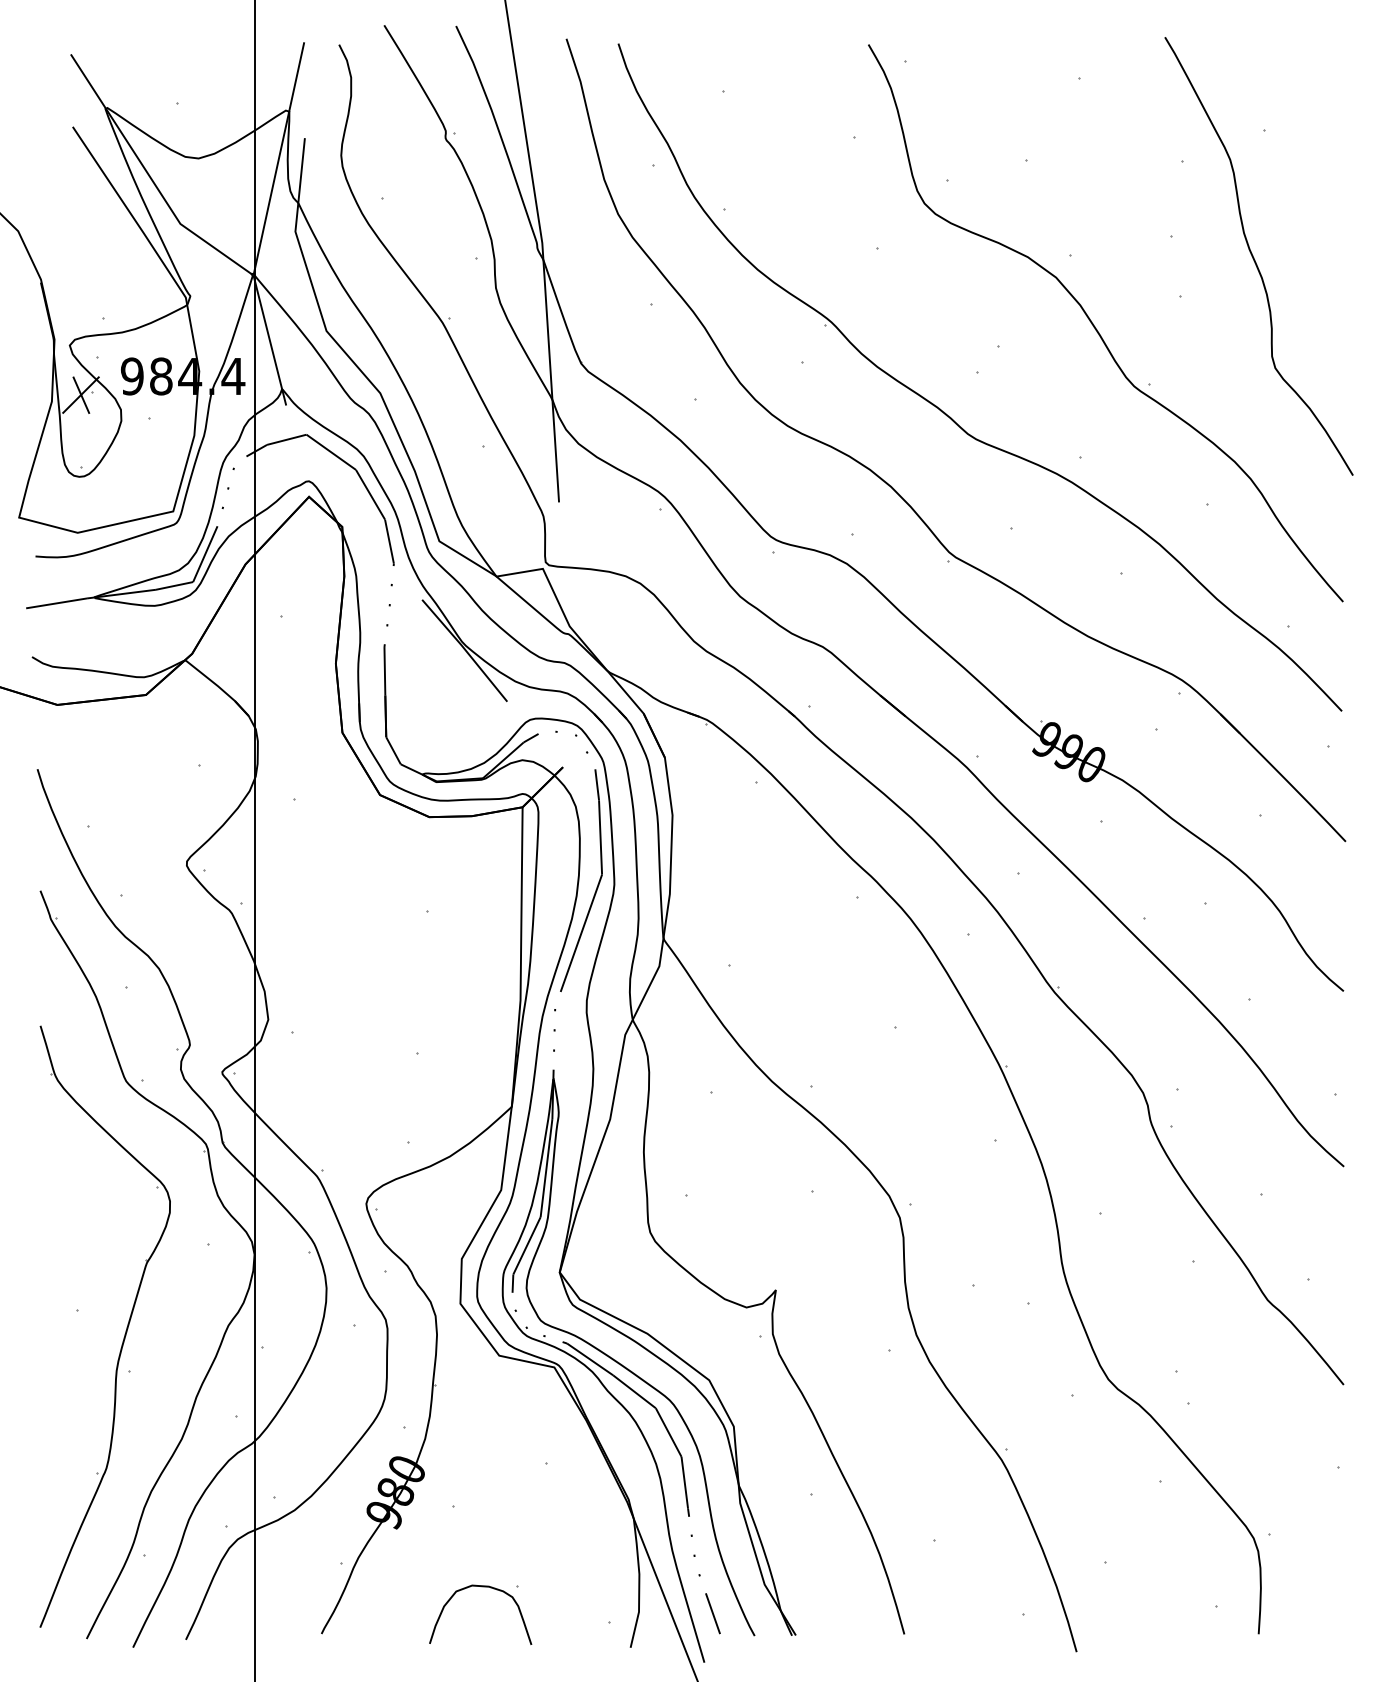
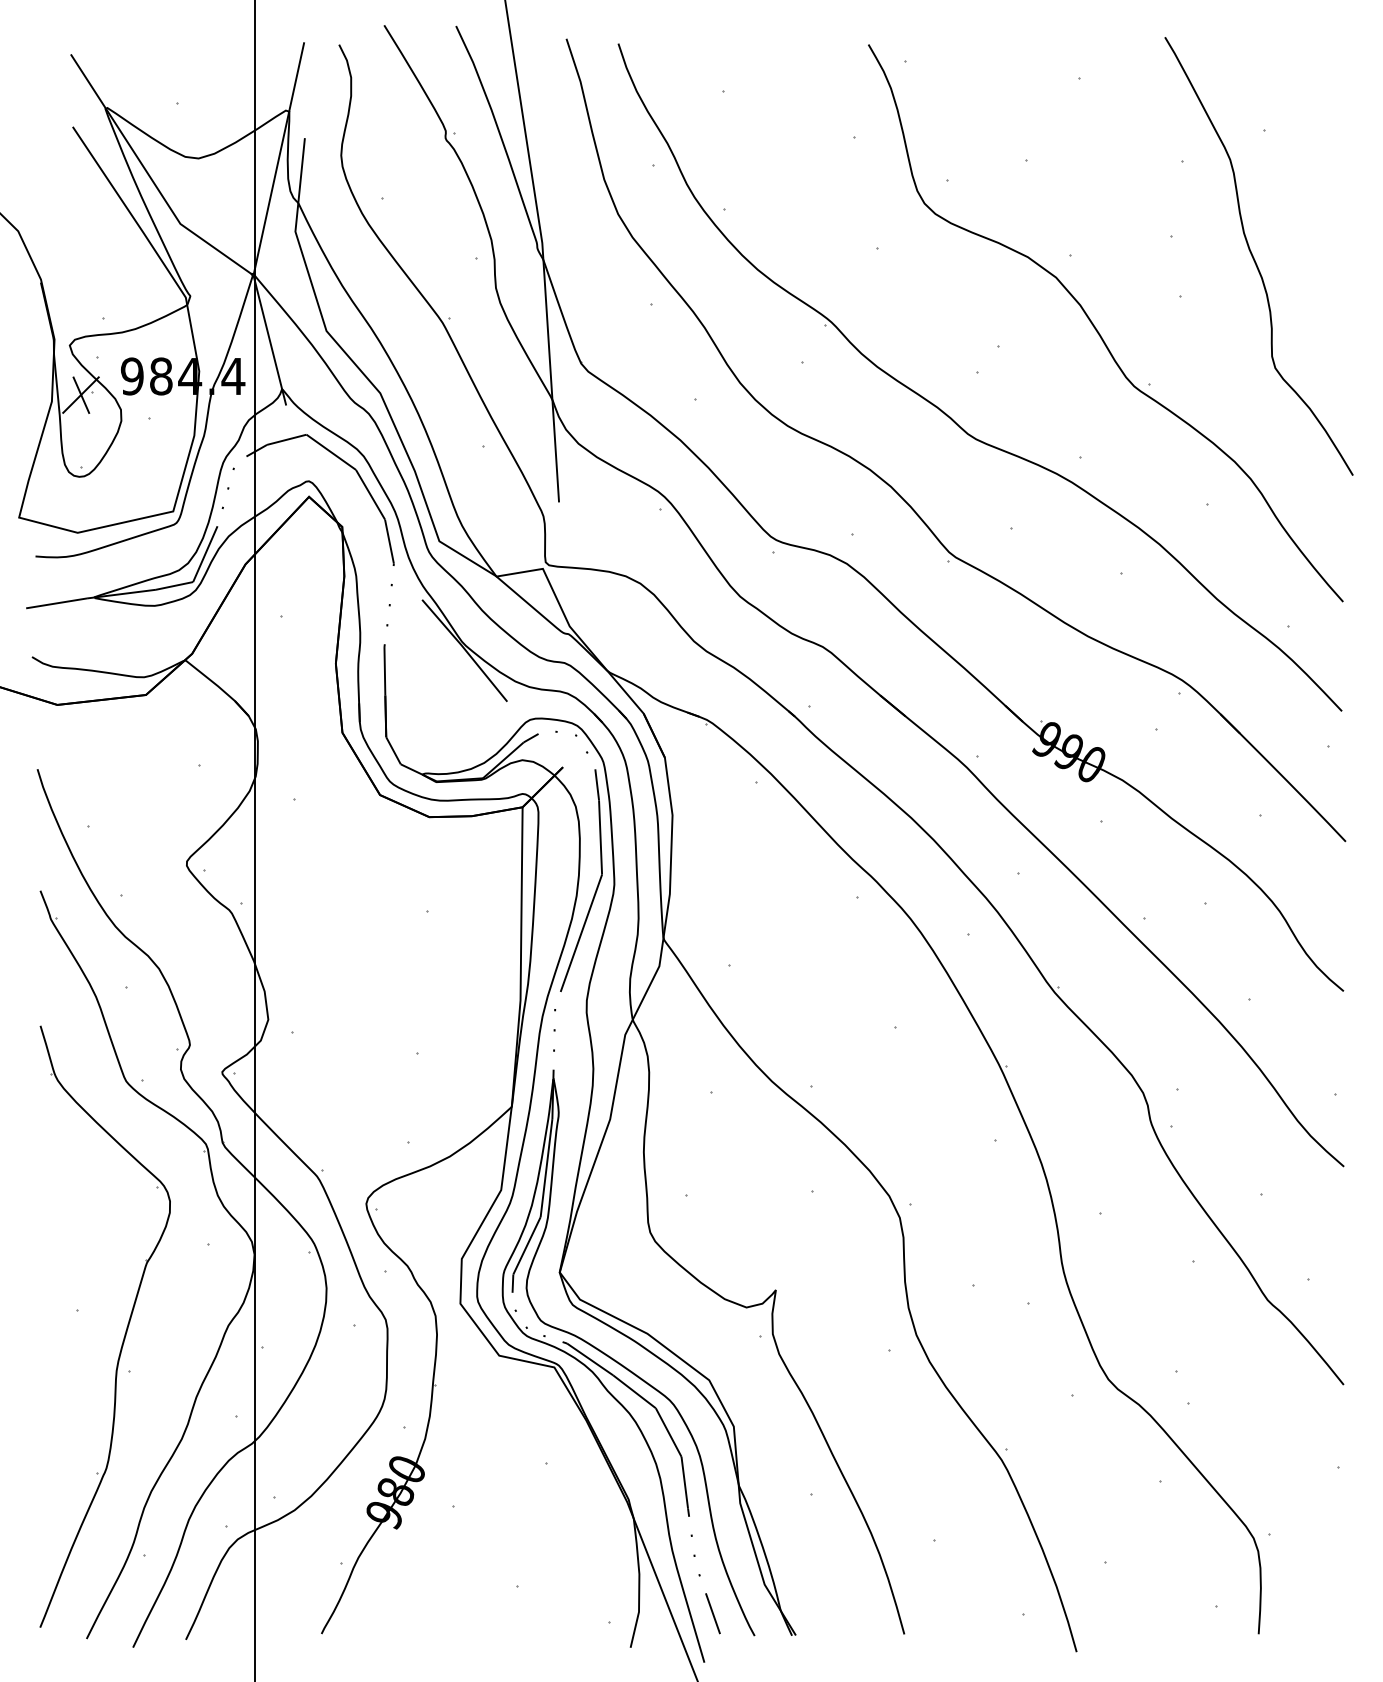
curve at (481, 1587): present -> none
